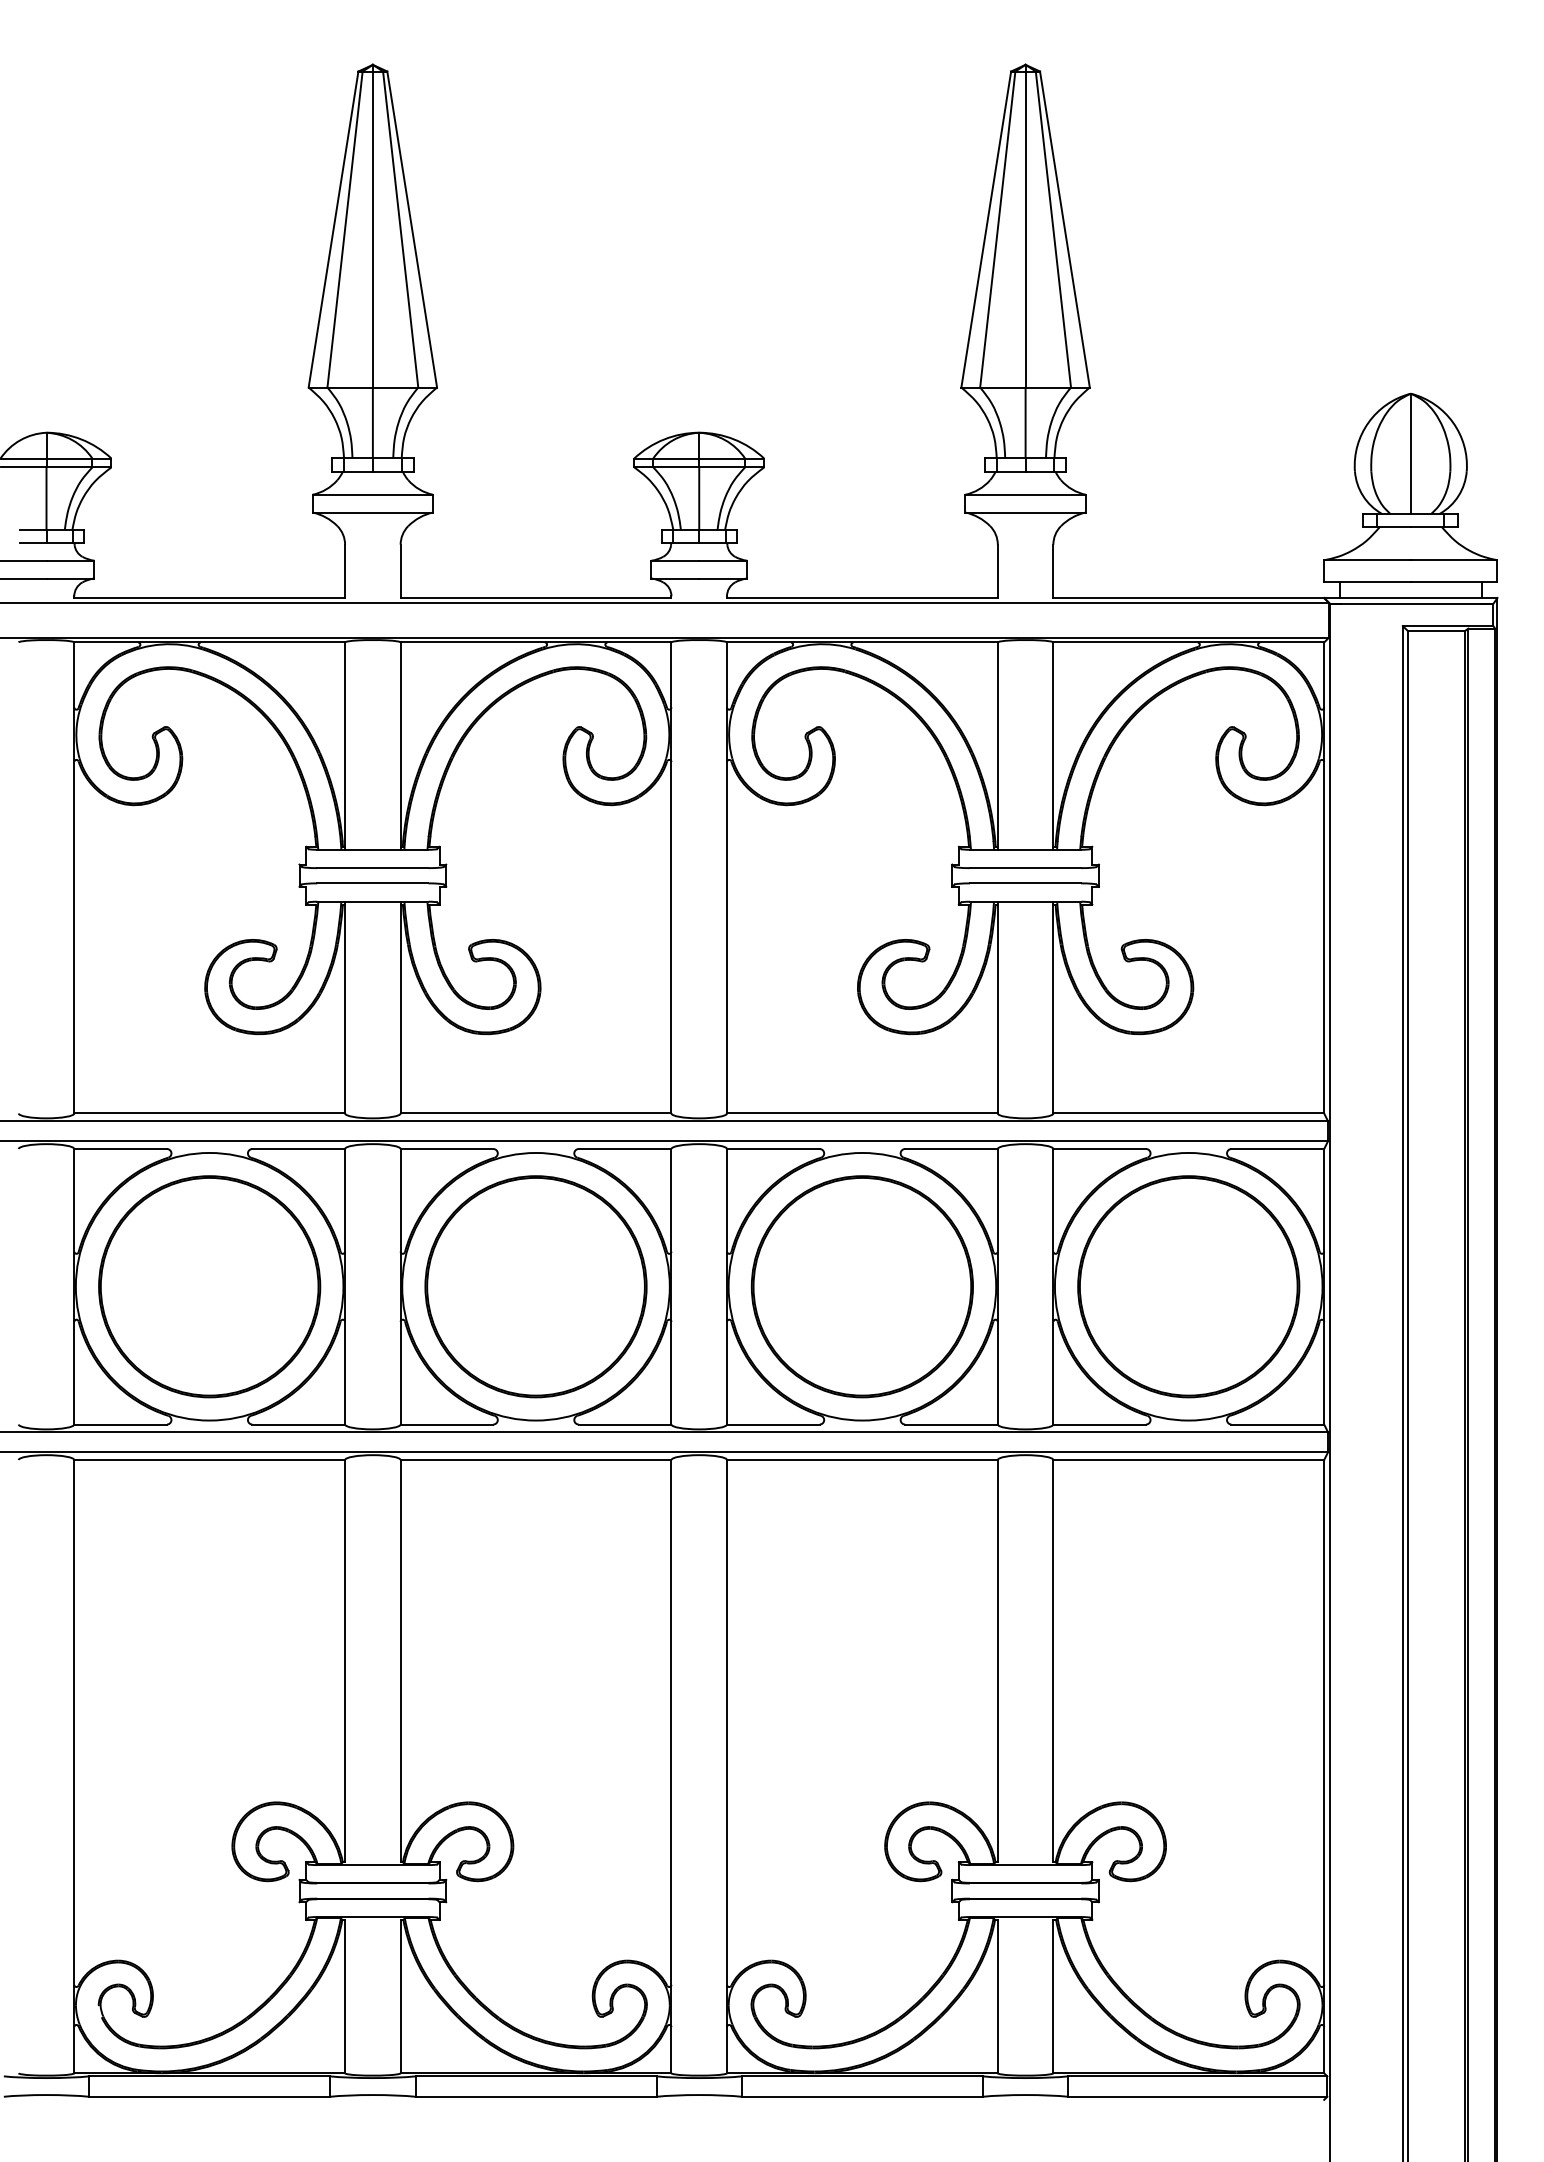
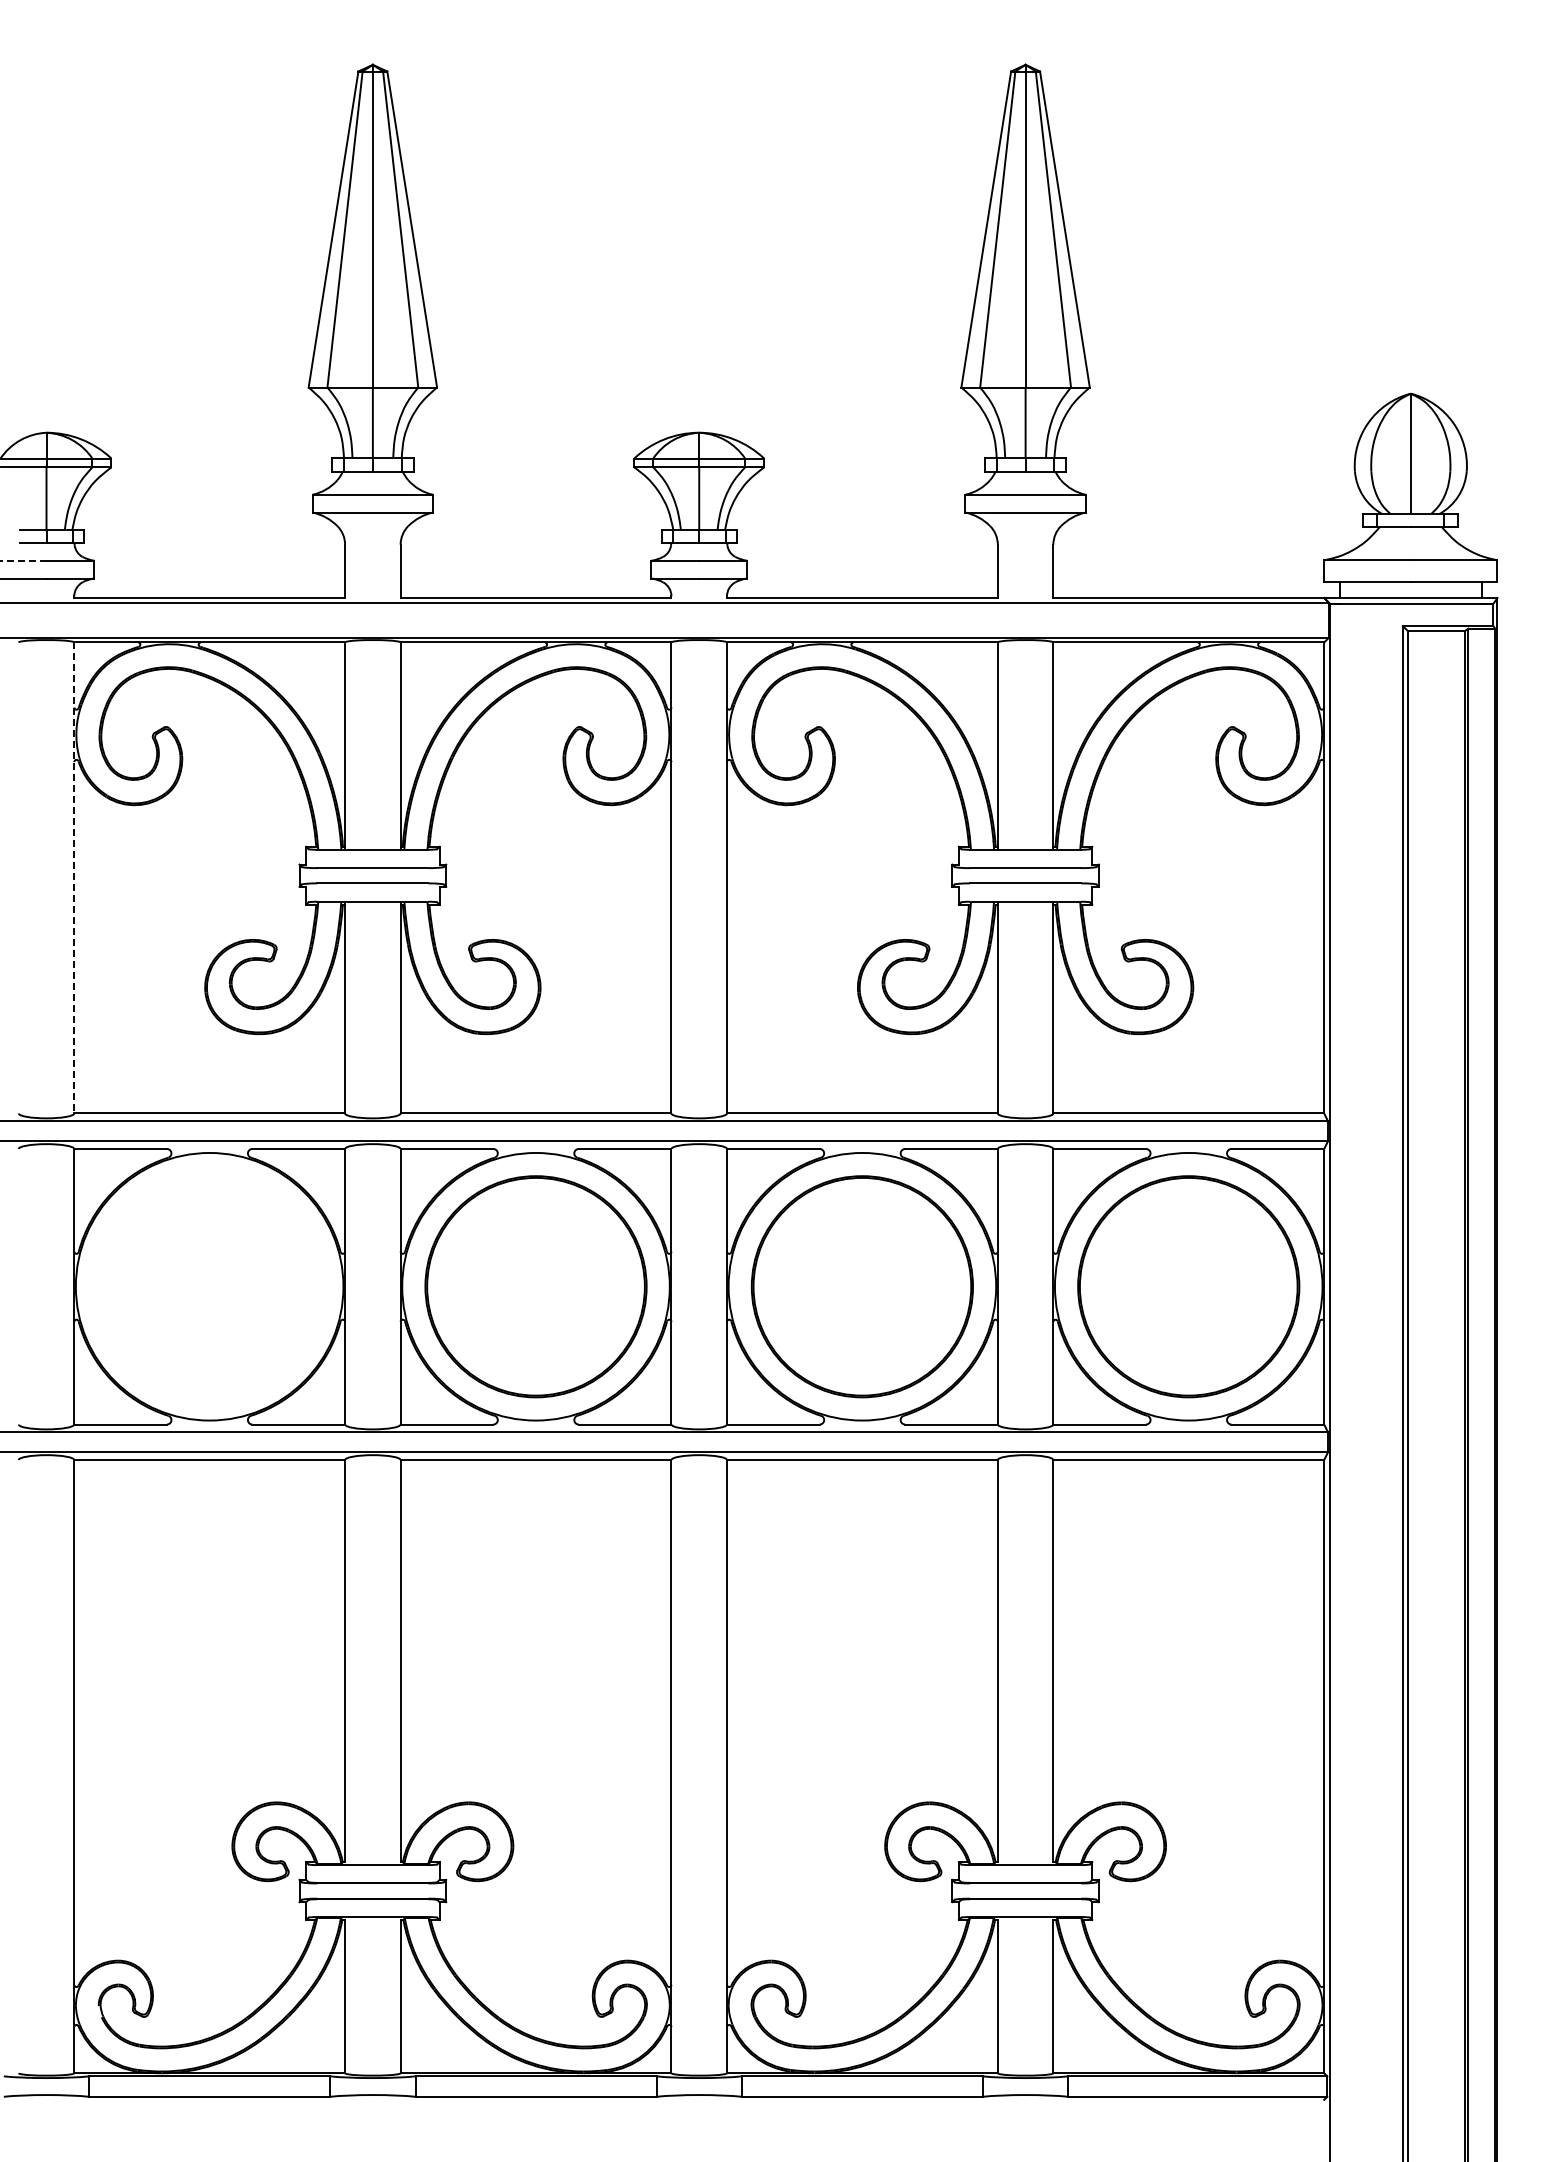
line at (23, 560): solid -> dashed
line at (74, 878): solid -> dashed
part at (209, 1286): present -> none
